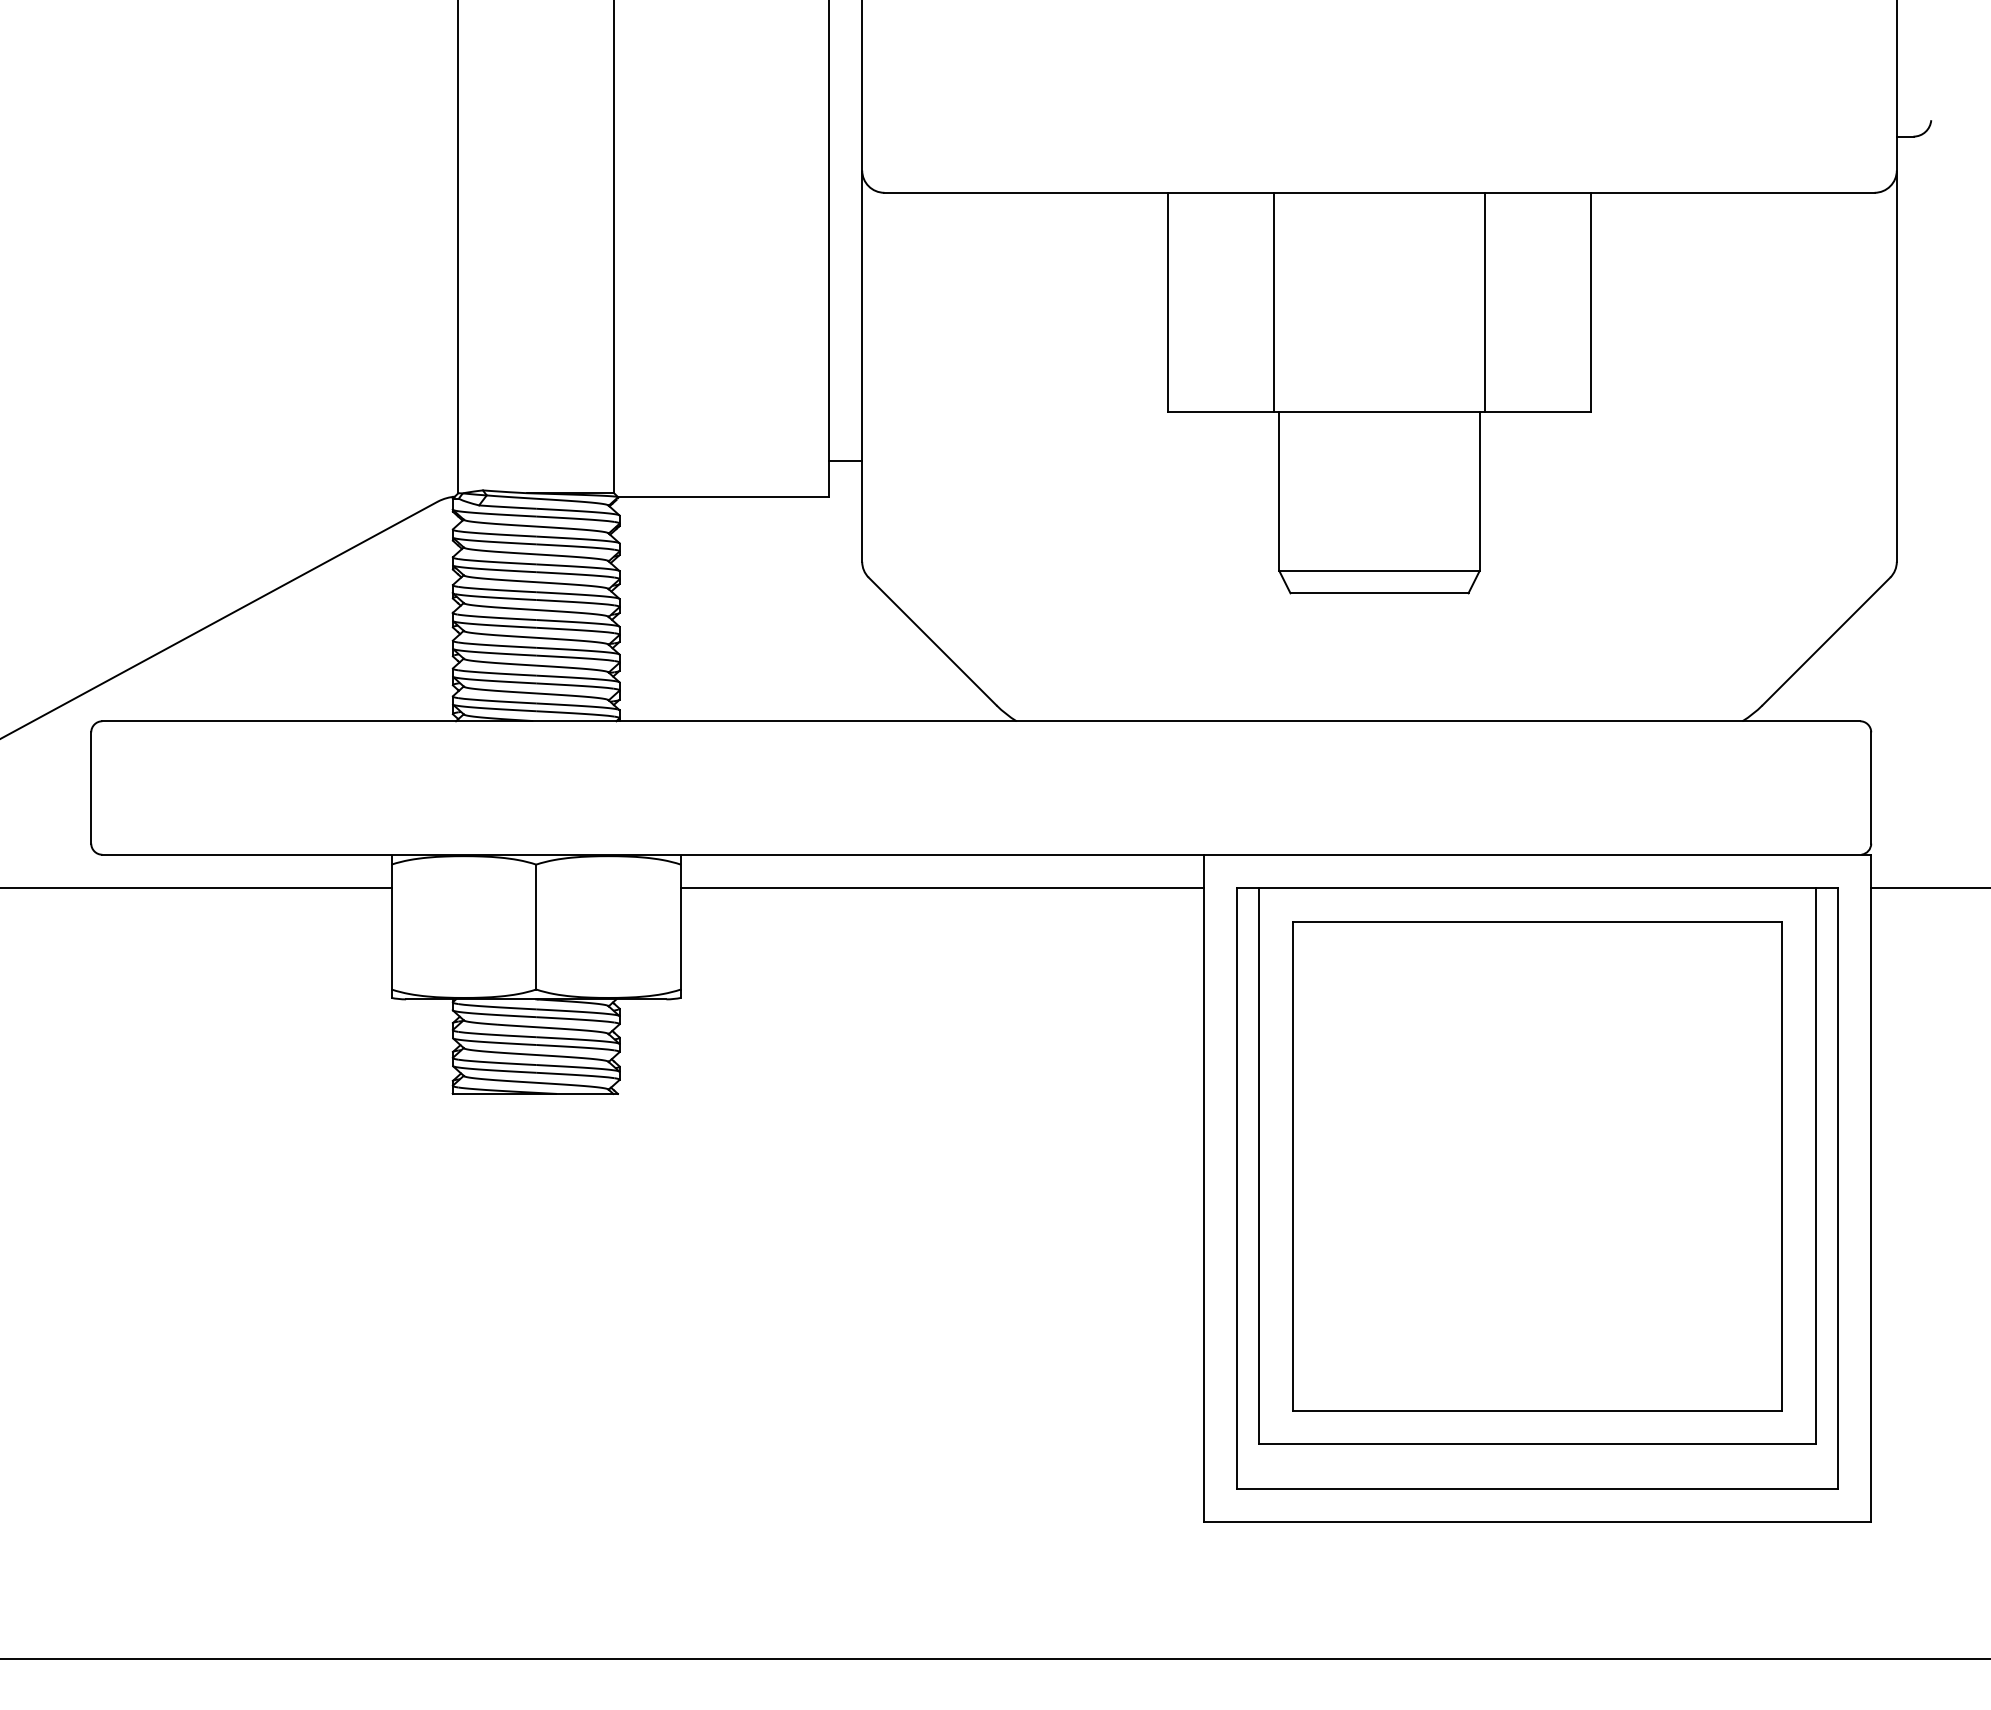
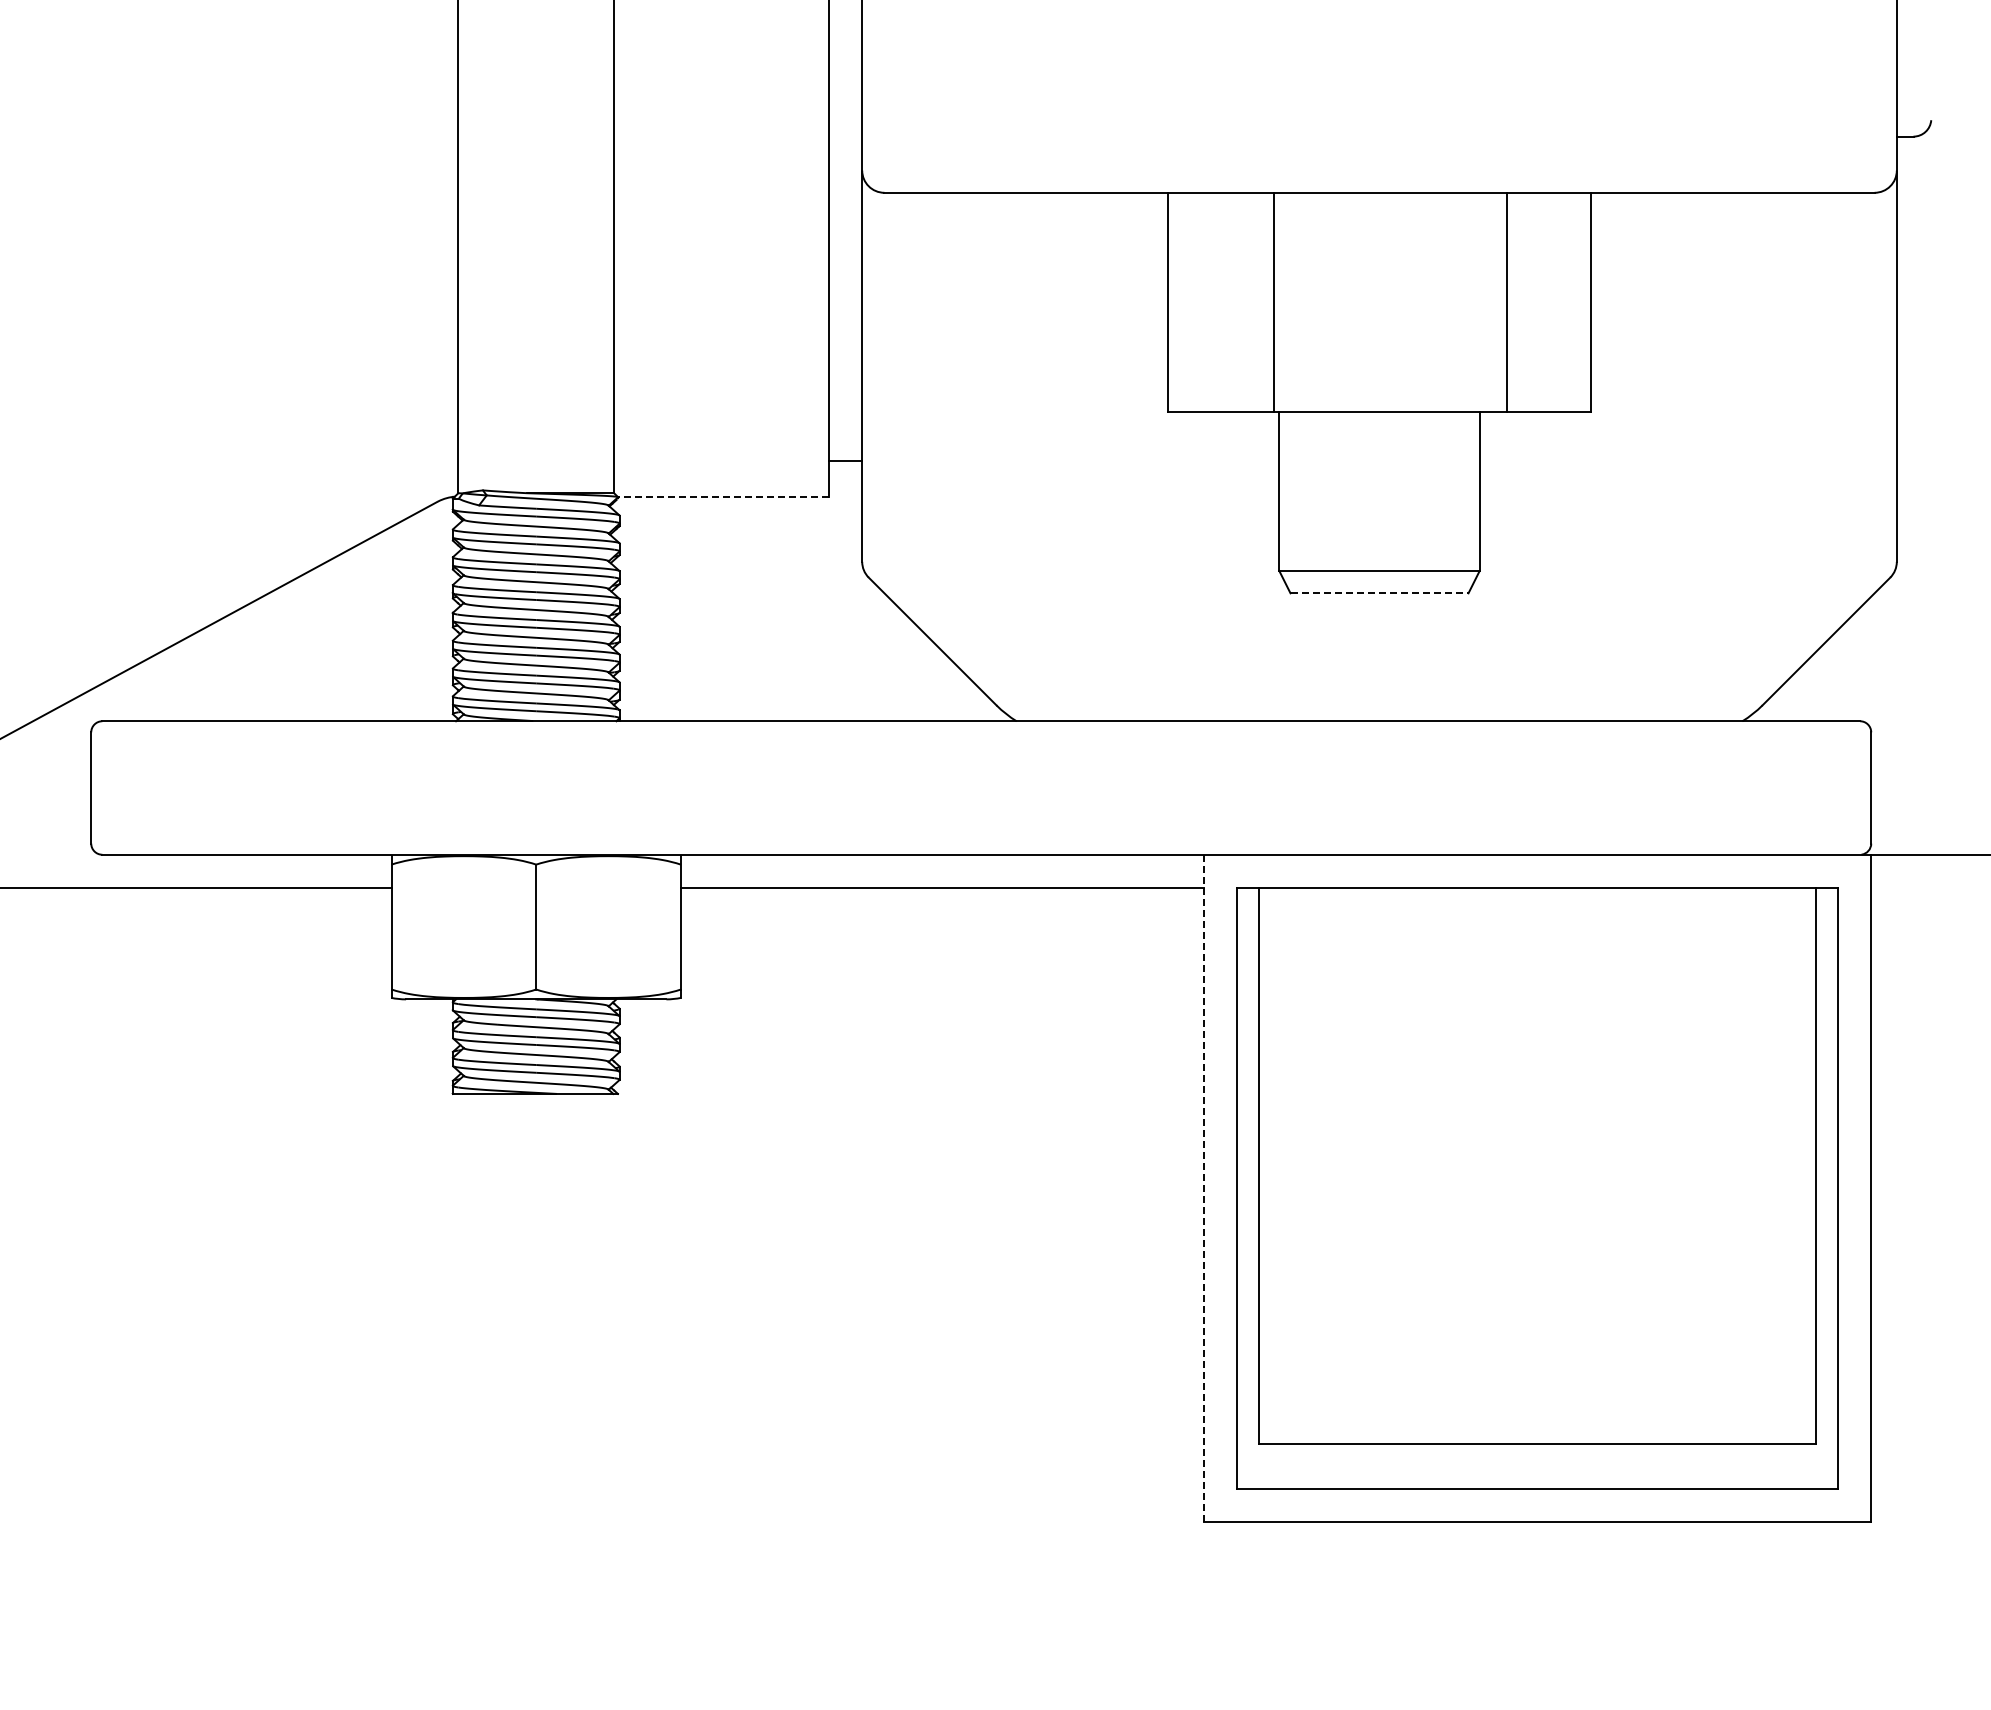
line at (1484, 301) position: (1484, 301) -> (1506, 301)
line at (723, 496): solid -> dashed
line at (1379, 593): solid -> dashed
line at (1929, 888) position: (1929, 888) -> (1929, 855)
part at (1537, 1166): present -> none
line at (1203, 1188): solid -> dashed
line at (994, 1658): present -> none
